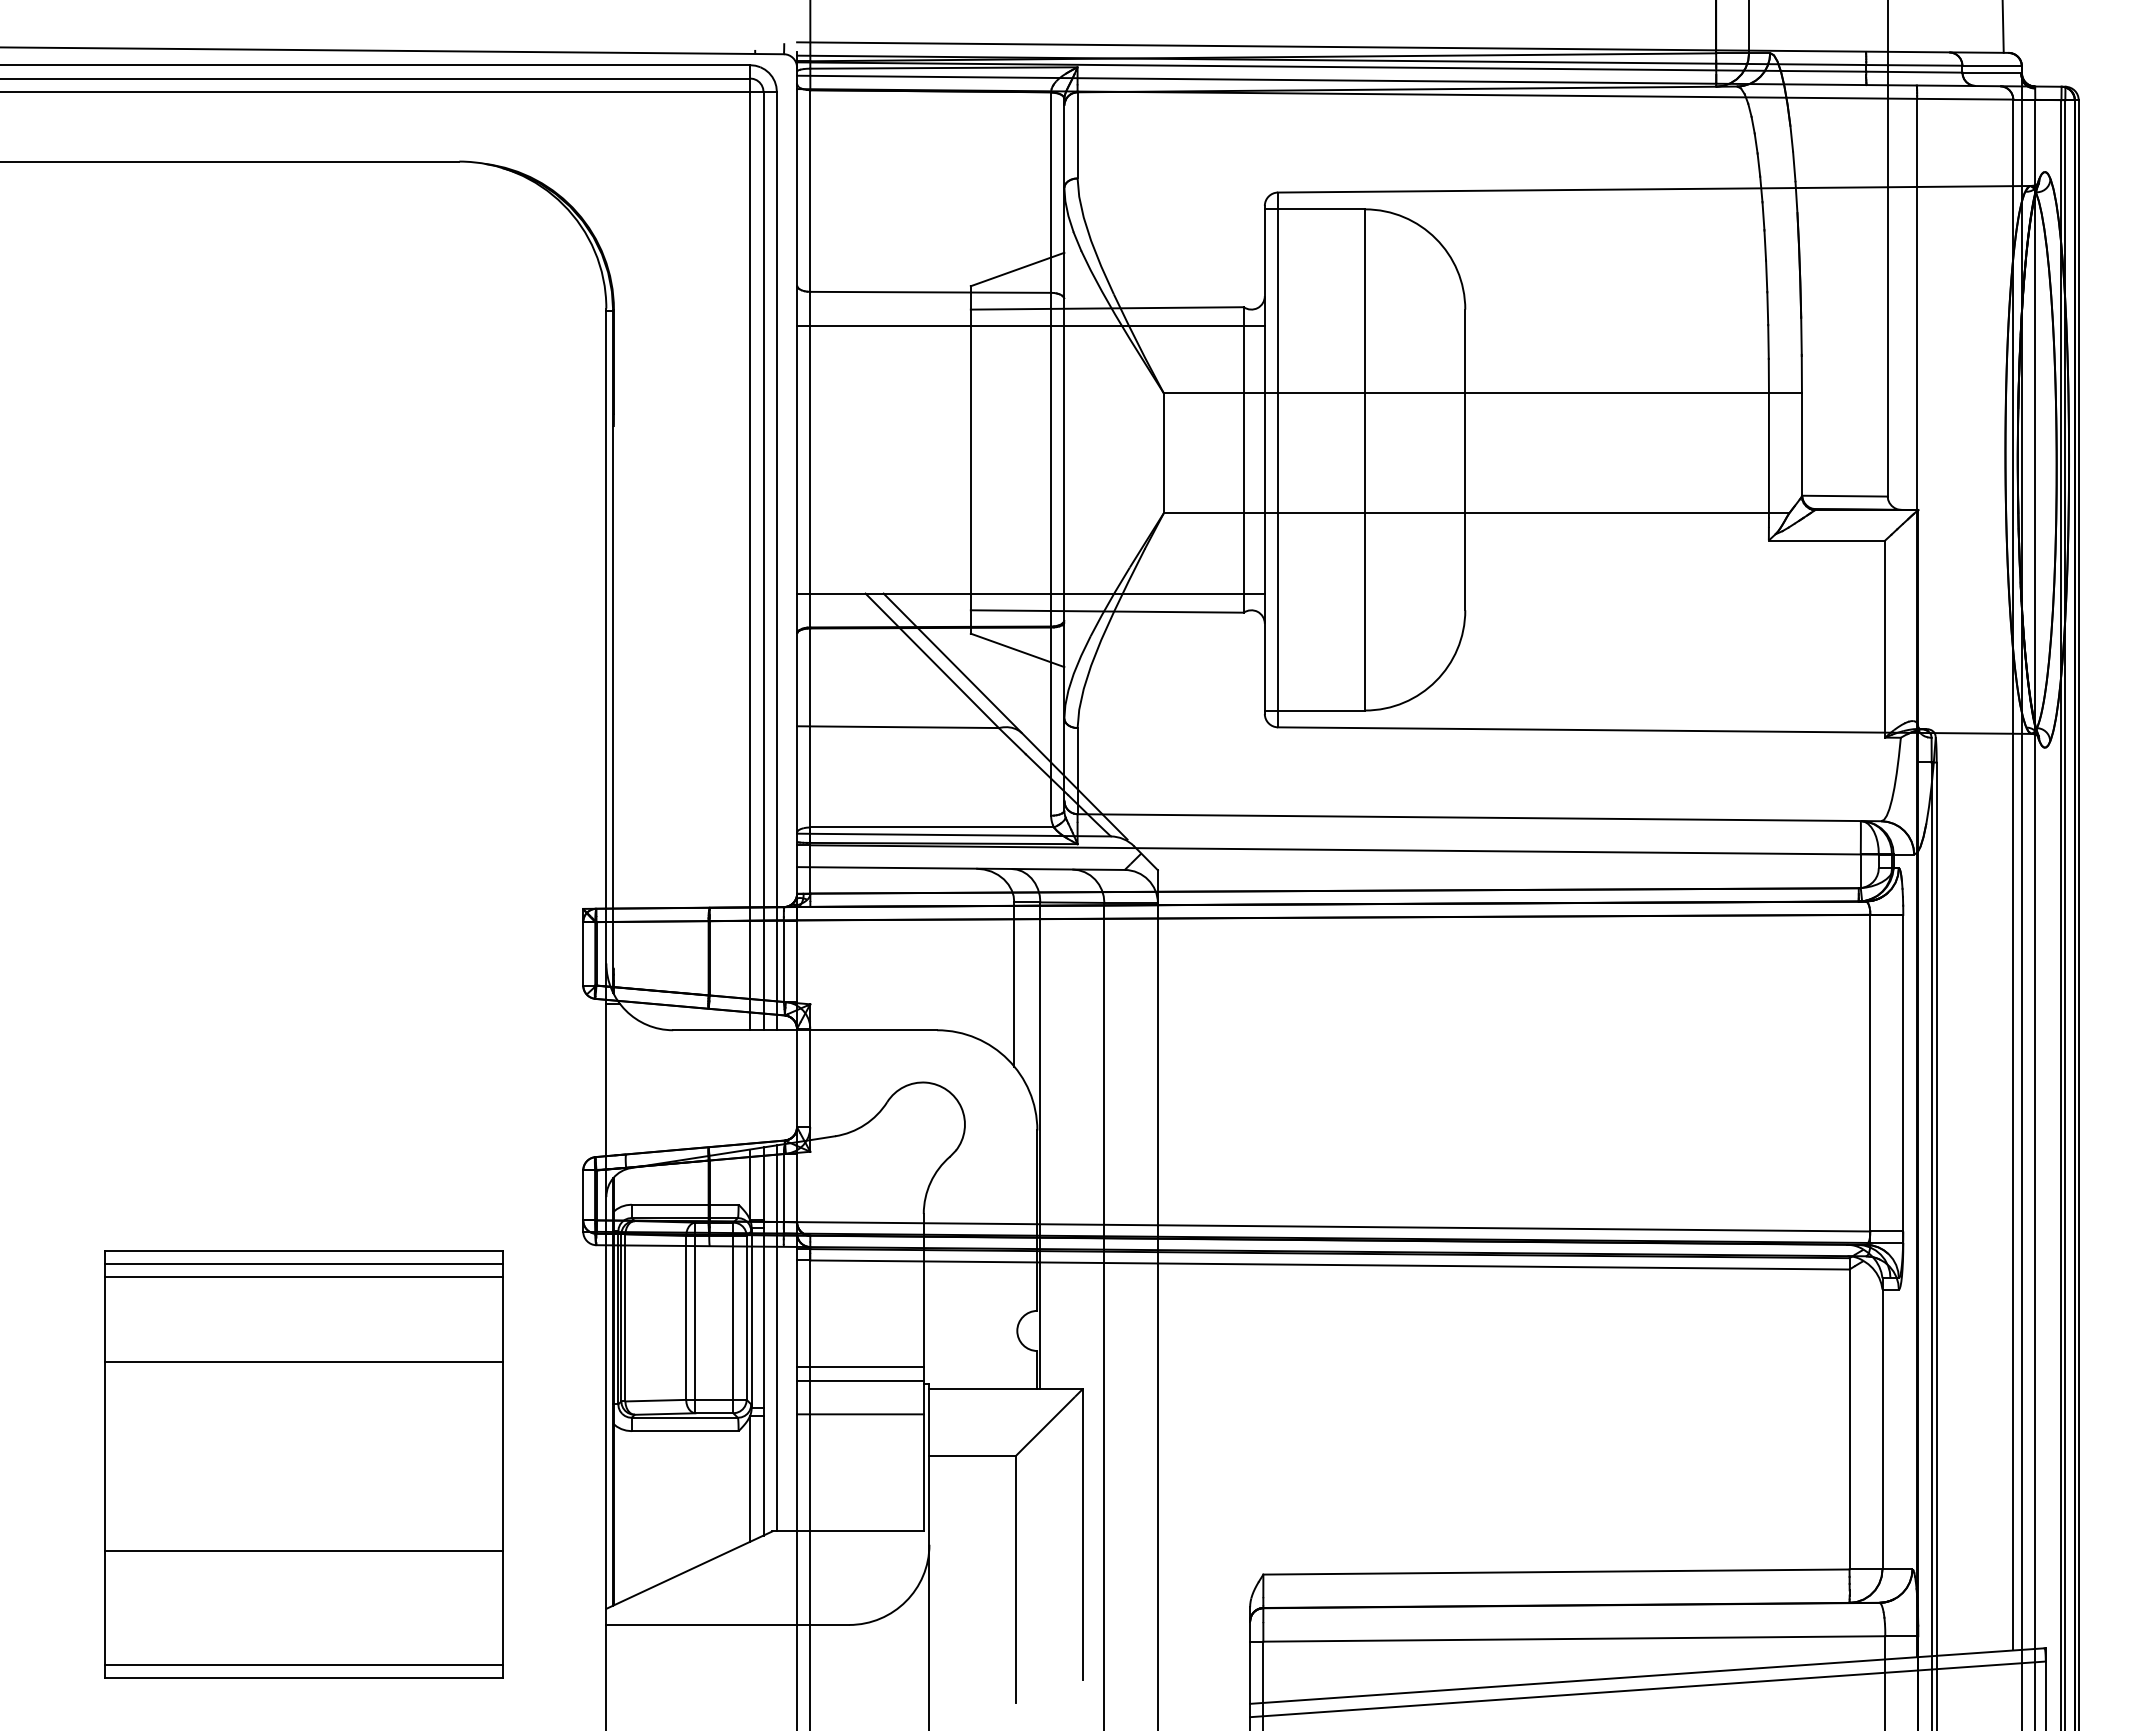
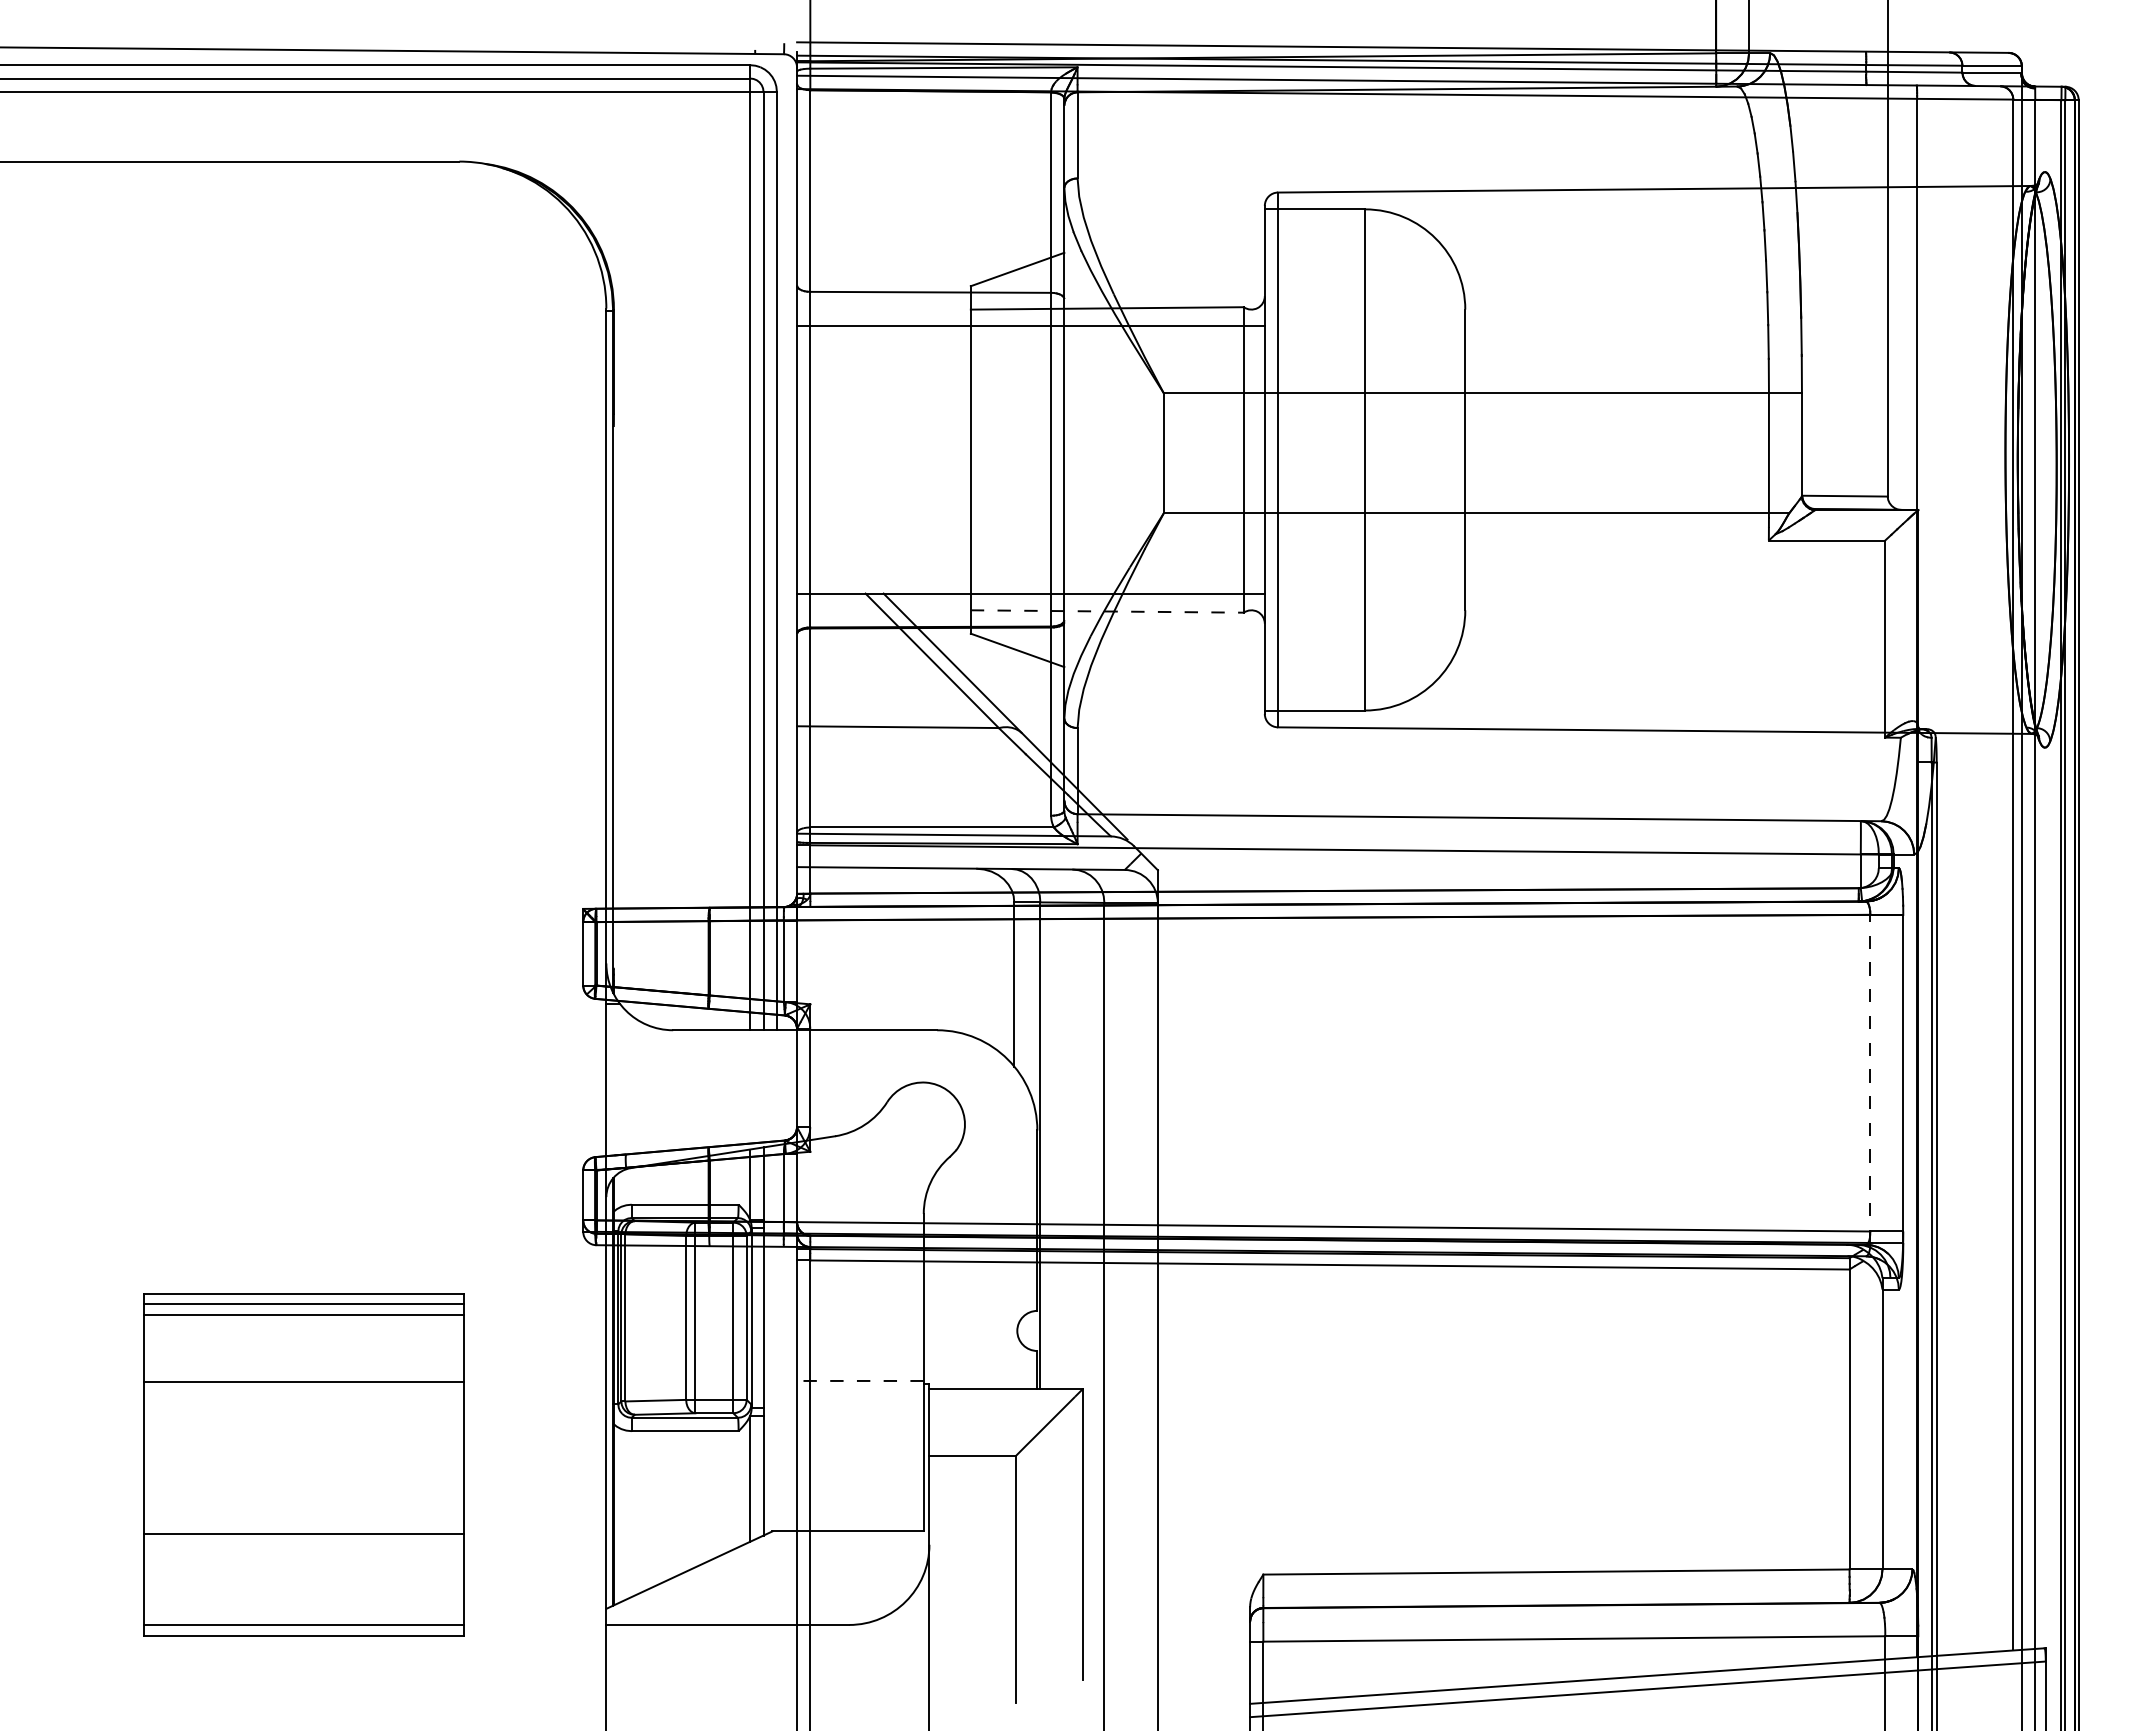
line at (2002, 27): present -> none
line at (1107, 611): solid -> dashed
line at (1870, 1078): solid -> dashed
line at (776, 1338): present -> none
line at (860, 1366): present -> none
line at (859, 1380): solid -> dashed
line at (860, 1414): present -> none
part at (303, 1464) size: 400x429 px -> 322x344 px
